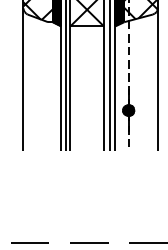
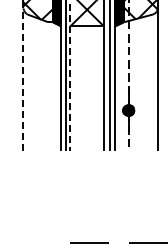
line at (70, 75): solid -> dashed
line at (23, 79): solid -> dashed
line at (29, 242): present -> none
